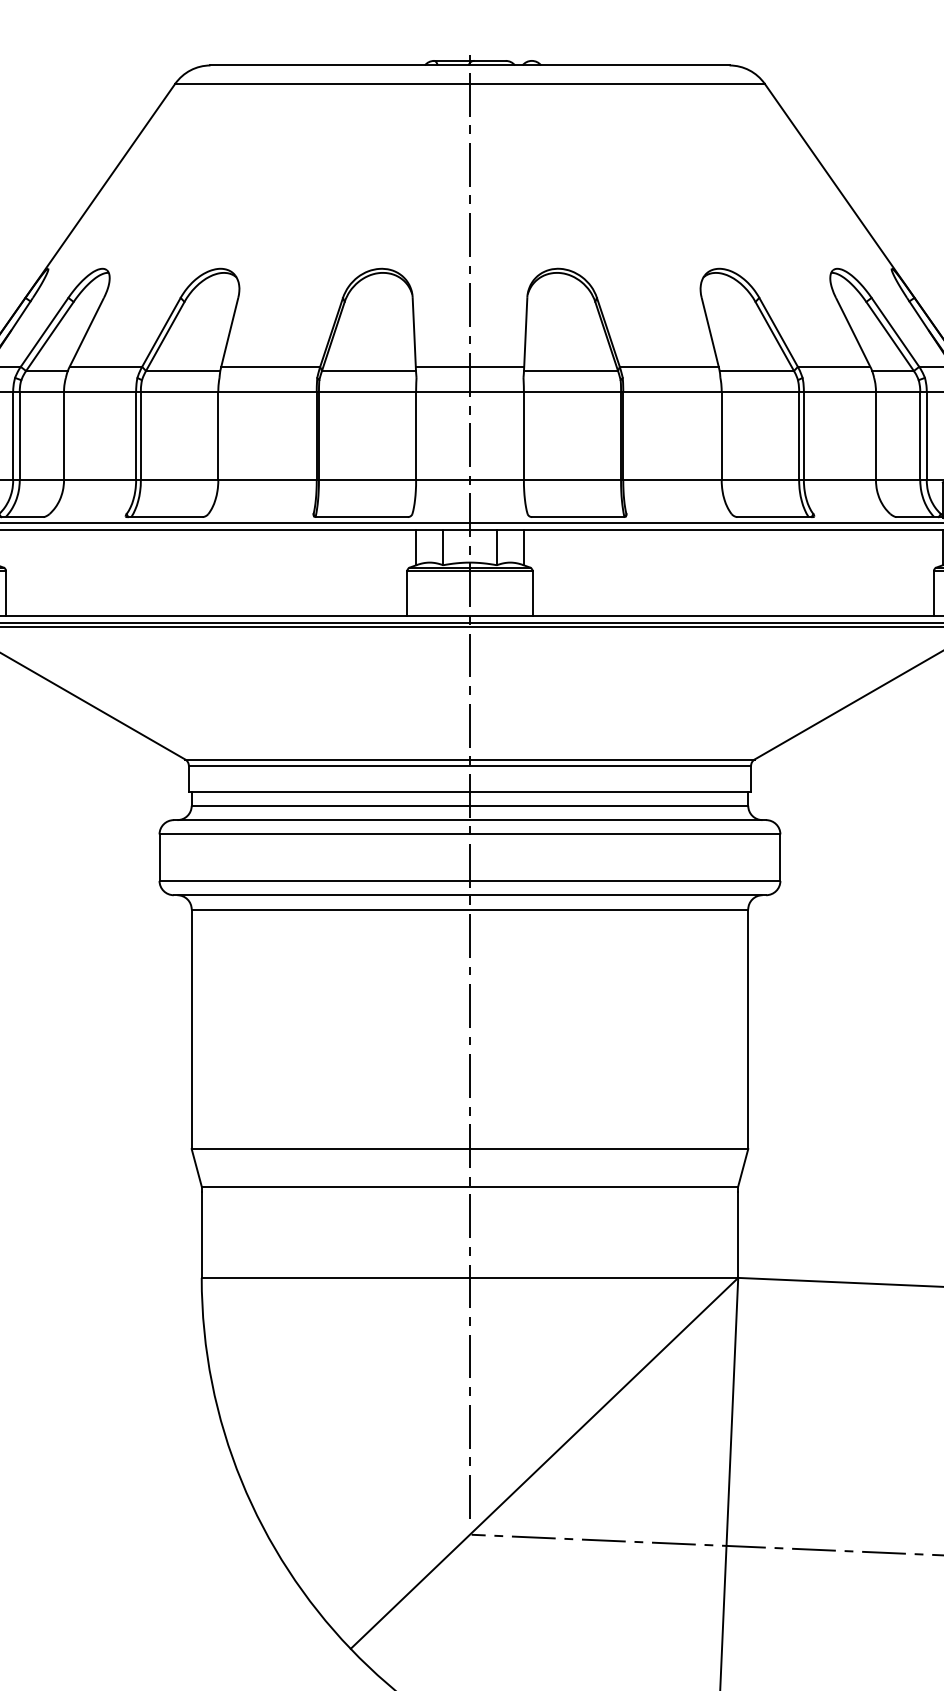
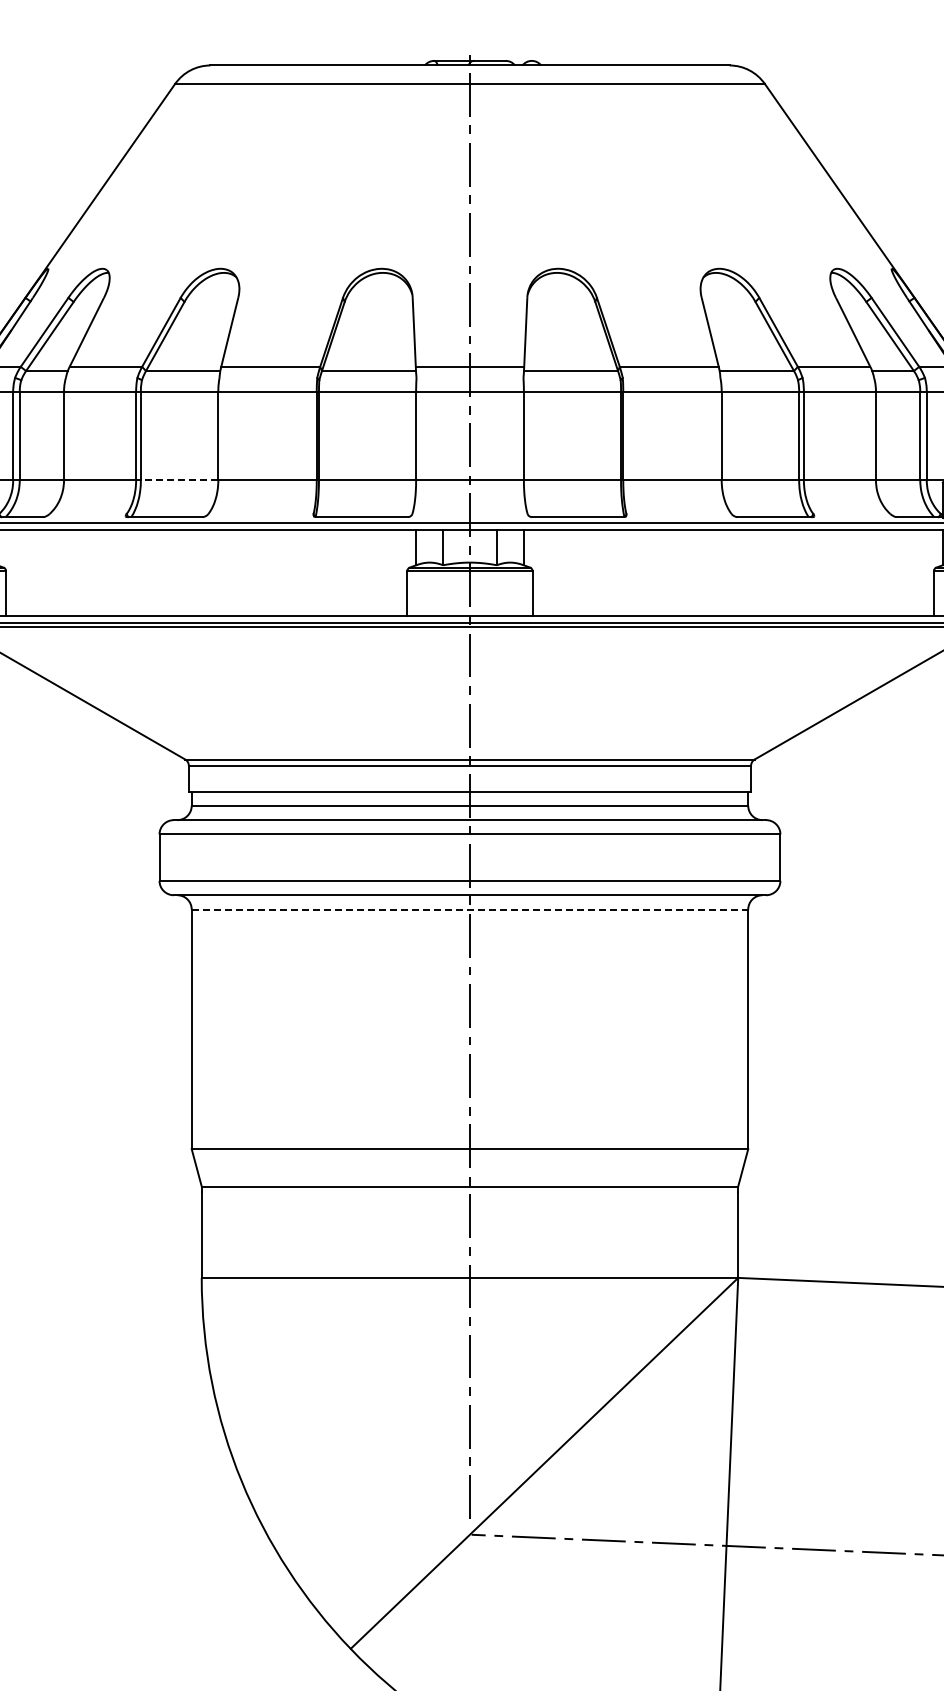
line at (179, 480): solid -> dashed
line at (470, 909): solid -> dashed
